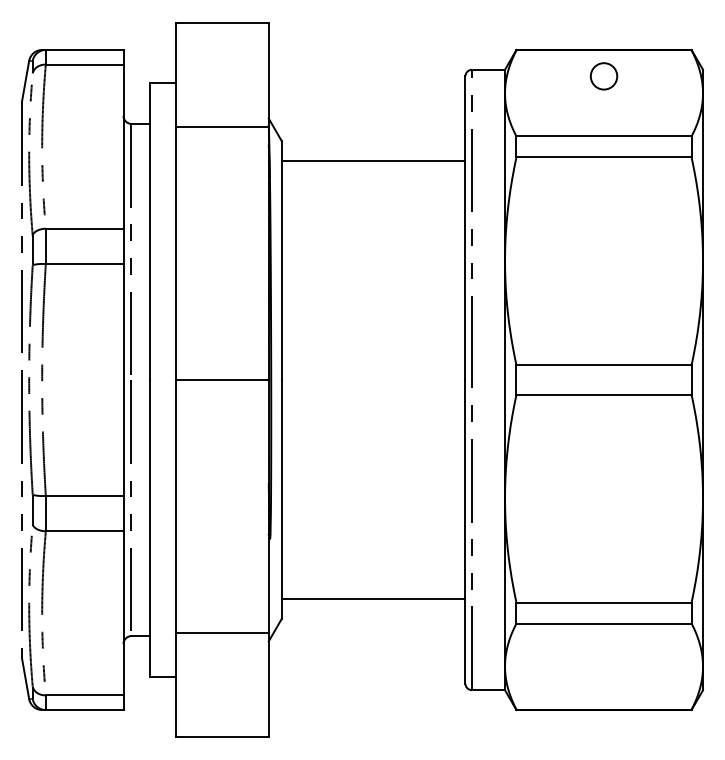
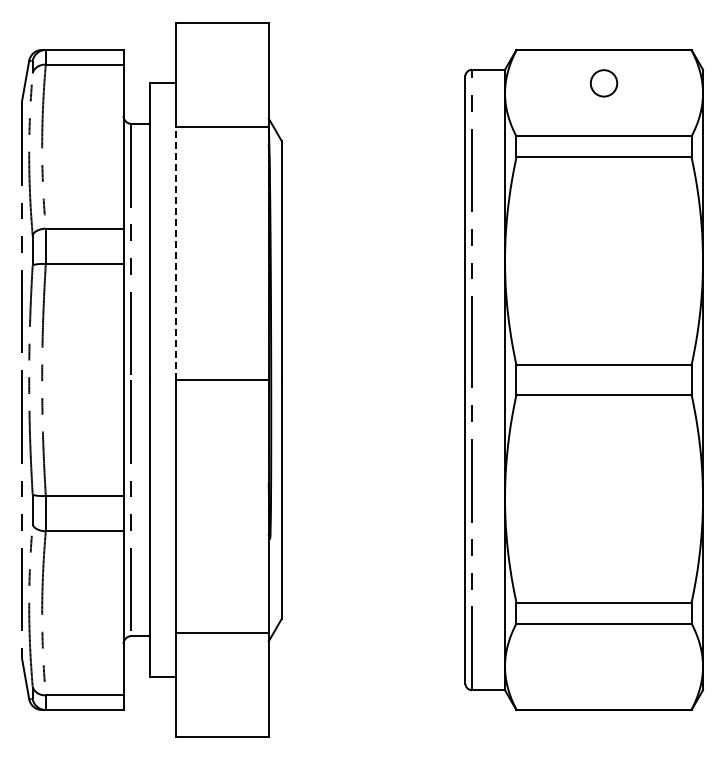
circle at (604, 76) position: (604, 76) -> (604, 83)
line at (373, 160): present -> none
line at (176, 253): solid -> dashed
line at (373, 599): present -> none
